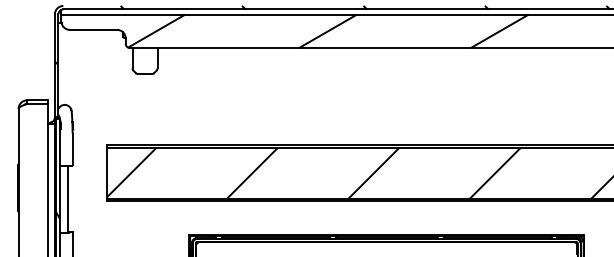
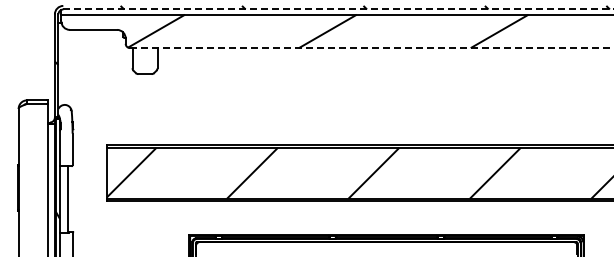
line at (339, 9): solid -> dashed
line at (371, 48): solid -> dashed
